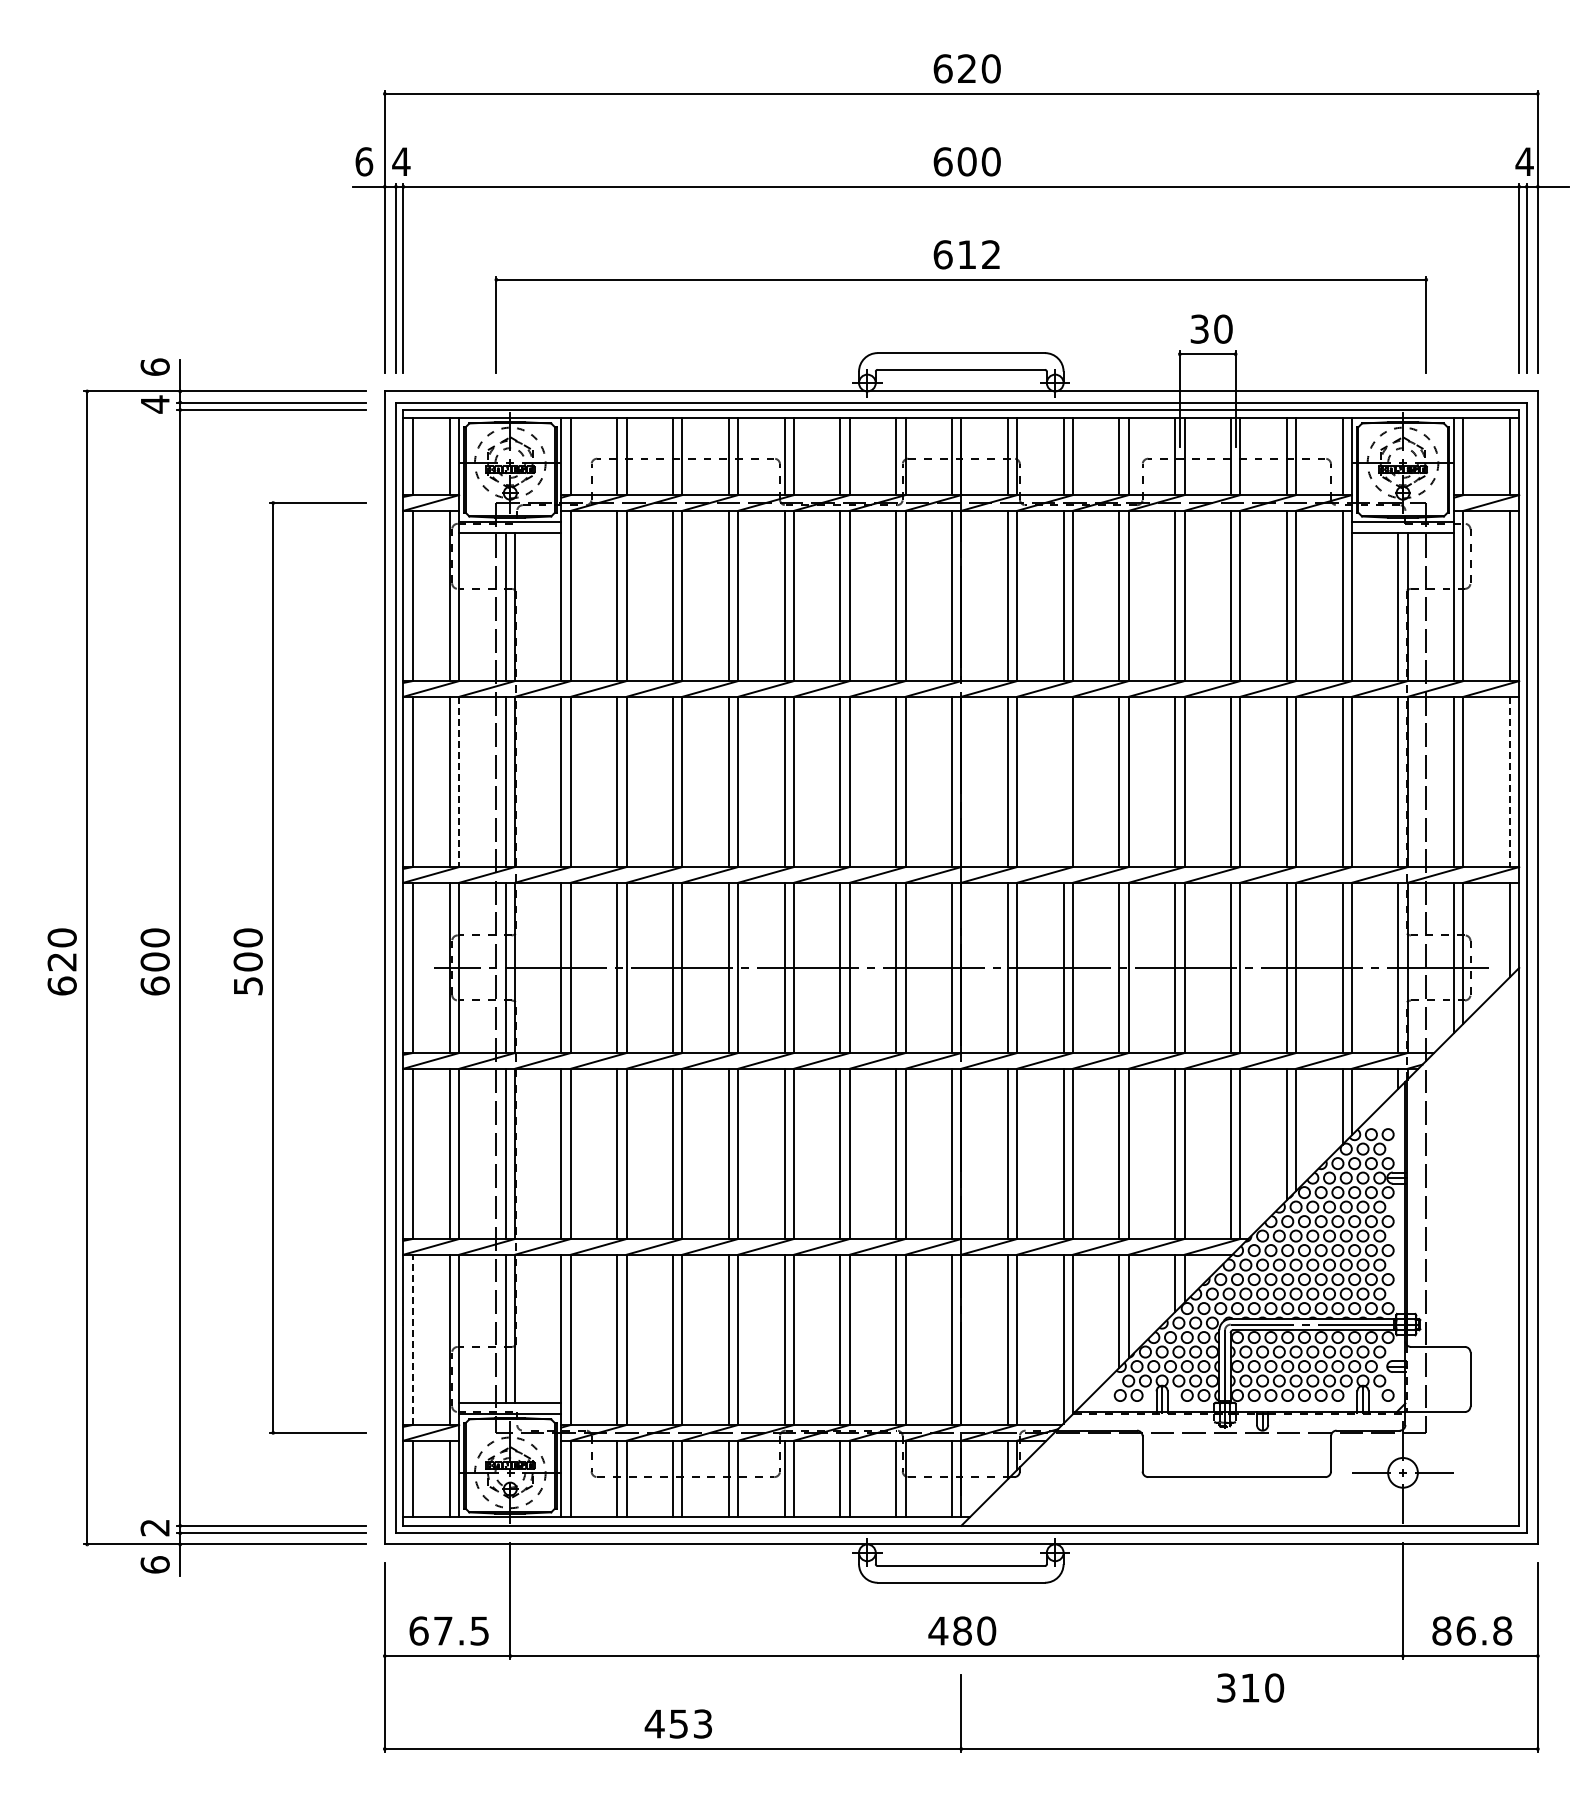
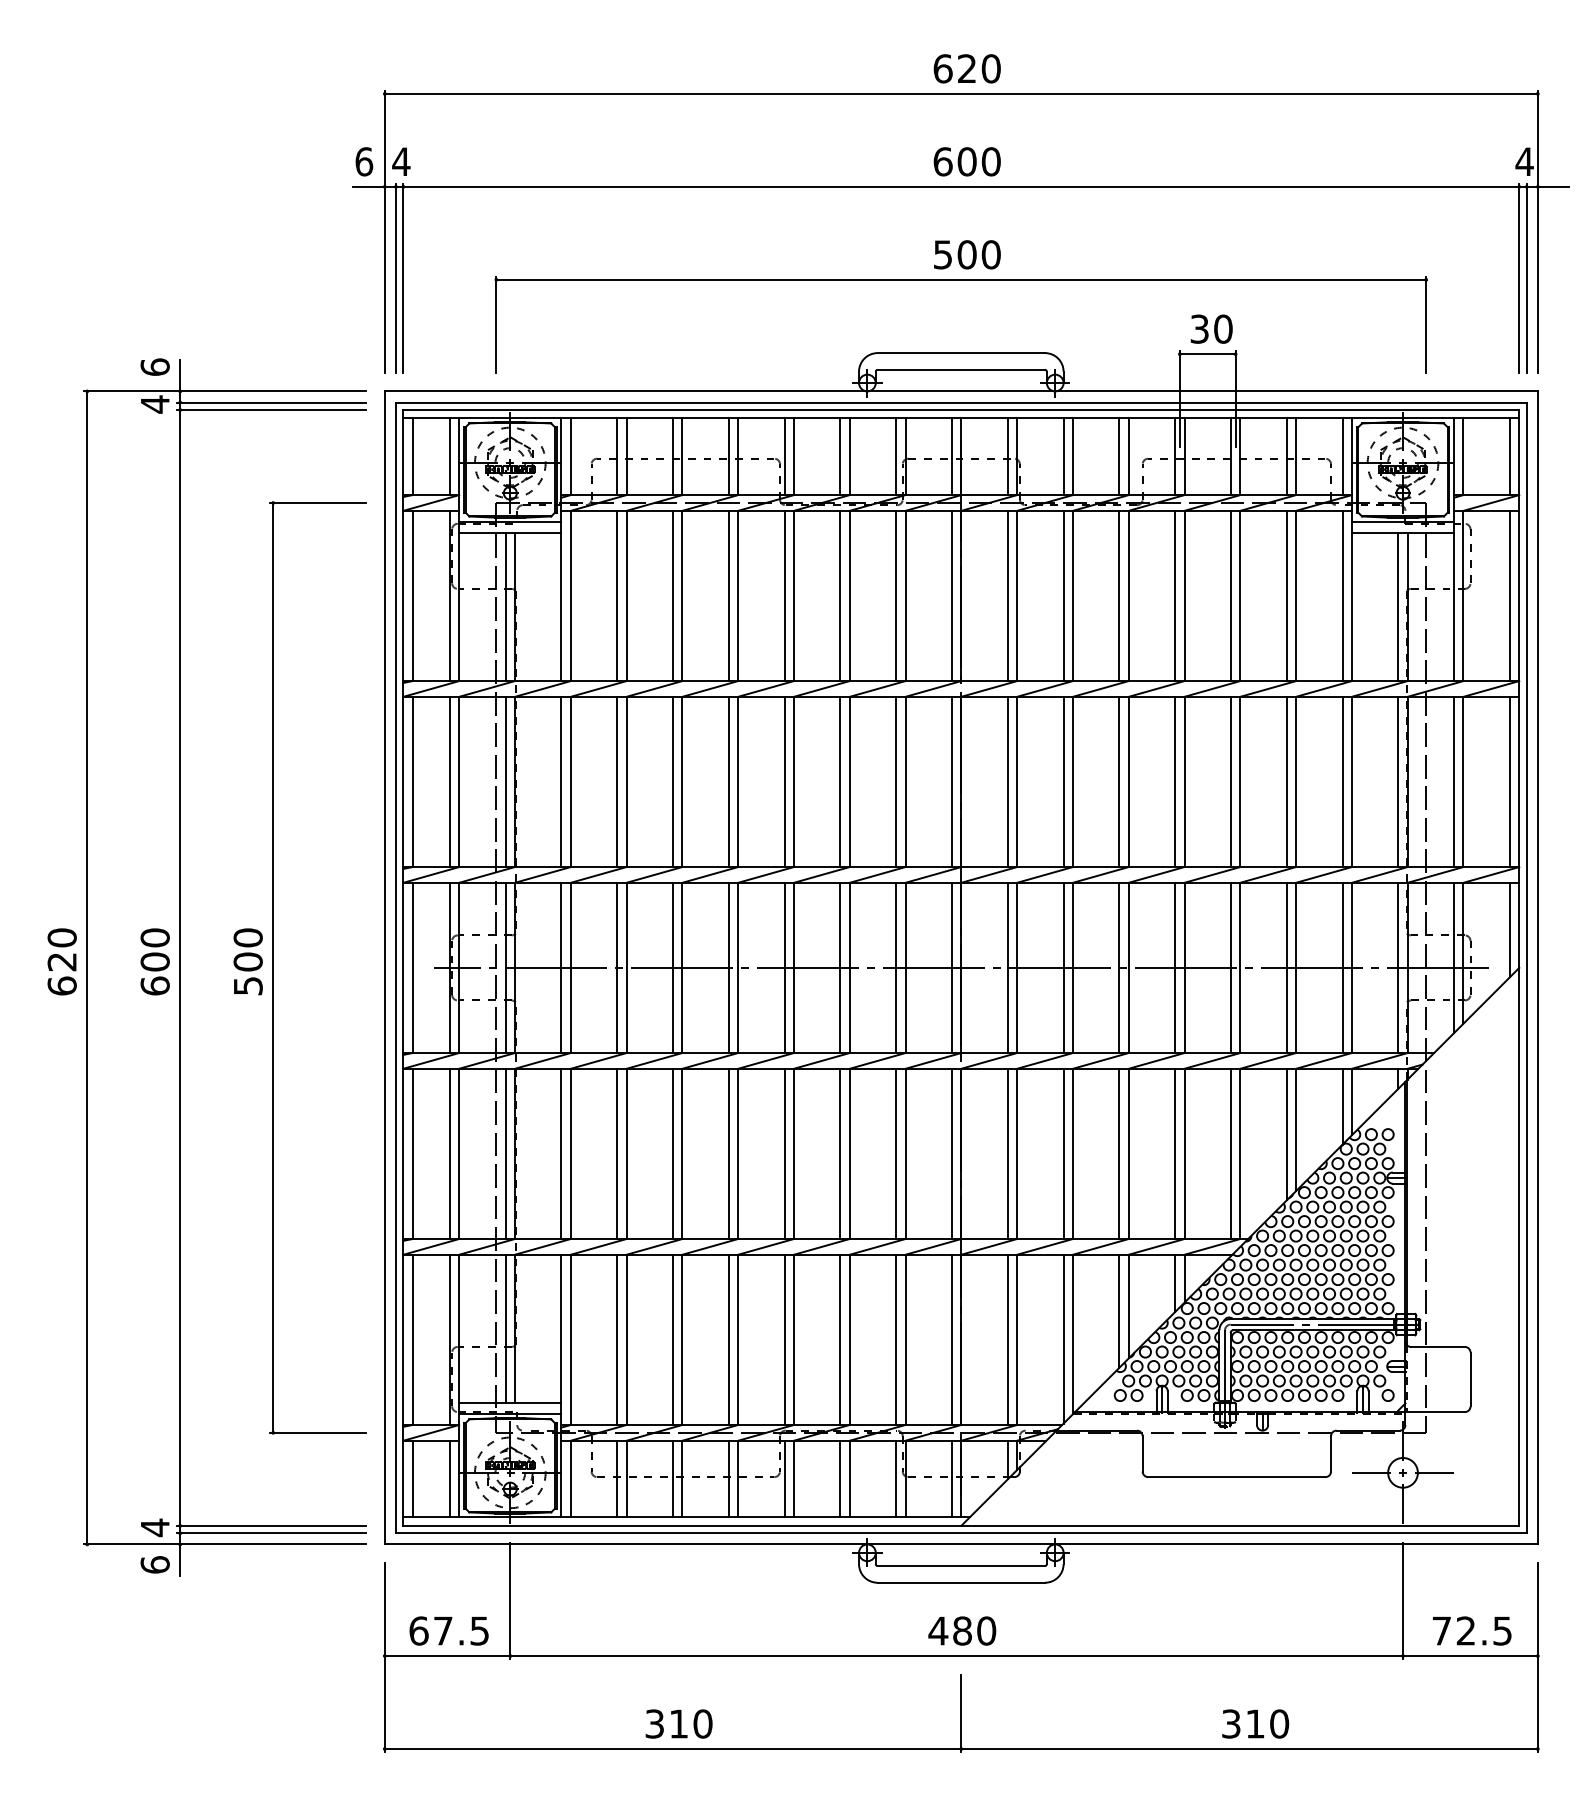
text at (966, 254): 612 -> 500
line at (1063, 781): none -> present
line at (459, 782): dashed -> solid
line at (1509, 782): dashed -> solid
line at (412, 1339): dashed -> solid
text at (154, 1527): 2 -> 4
text at (1472, 1630): 86.8 -> 72.5
text at (1250, 1687) position: (1250, 1687) -> (1255, 1723)
text at (678, 1723): 453 -> 310
